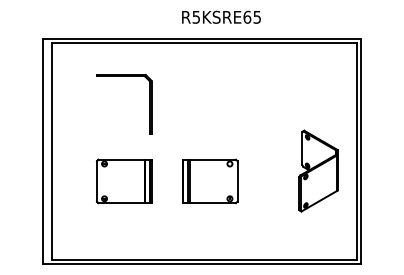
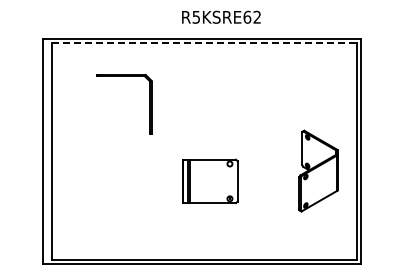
text at (256, 16): R5KSRE65 -> R5KSRE62
line at (204, 43): solid -> dashed
part at (123, 181): present -> none
